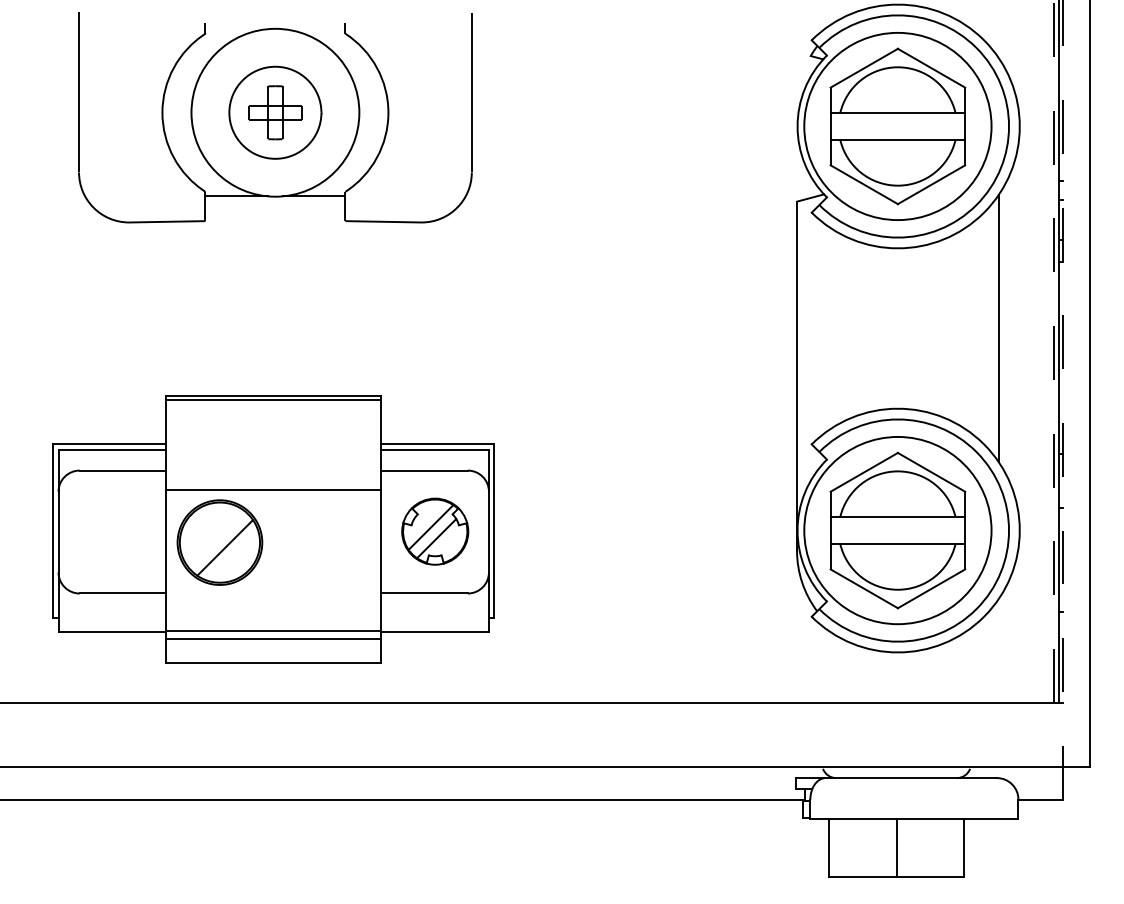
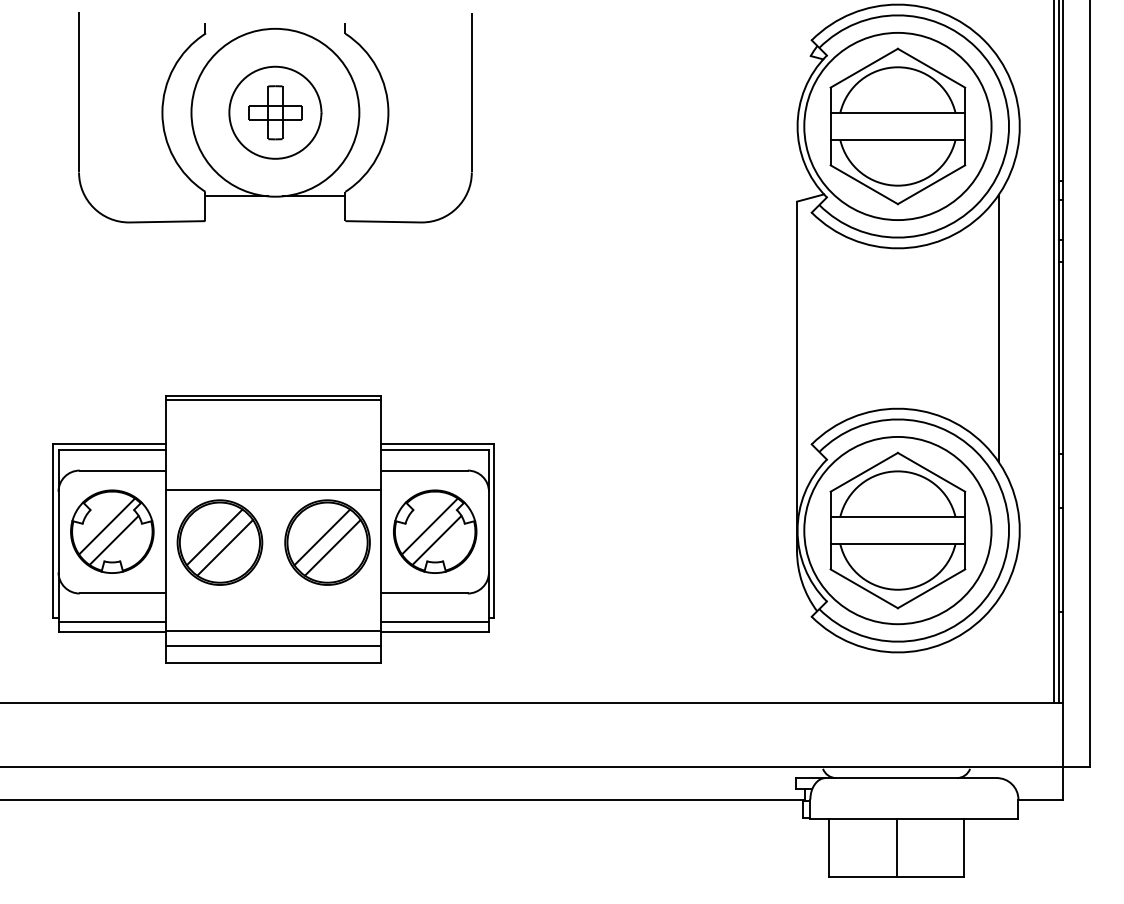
line at (1053, 351): dashed -> solid
line at (1063, 399): dashed -> solid
part at (112, 531): none -> present
part at (435, 531) size: 69x69 px -> 85x85 px
line at (214, 537): none -> present
part at (327, 542): none -> present
line at (112, 621): none -> present
line at (434, 621): none -> present
line at (273, 638) position: (273, 638) -> (273, 645)
